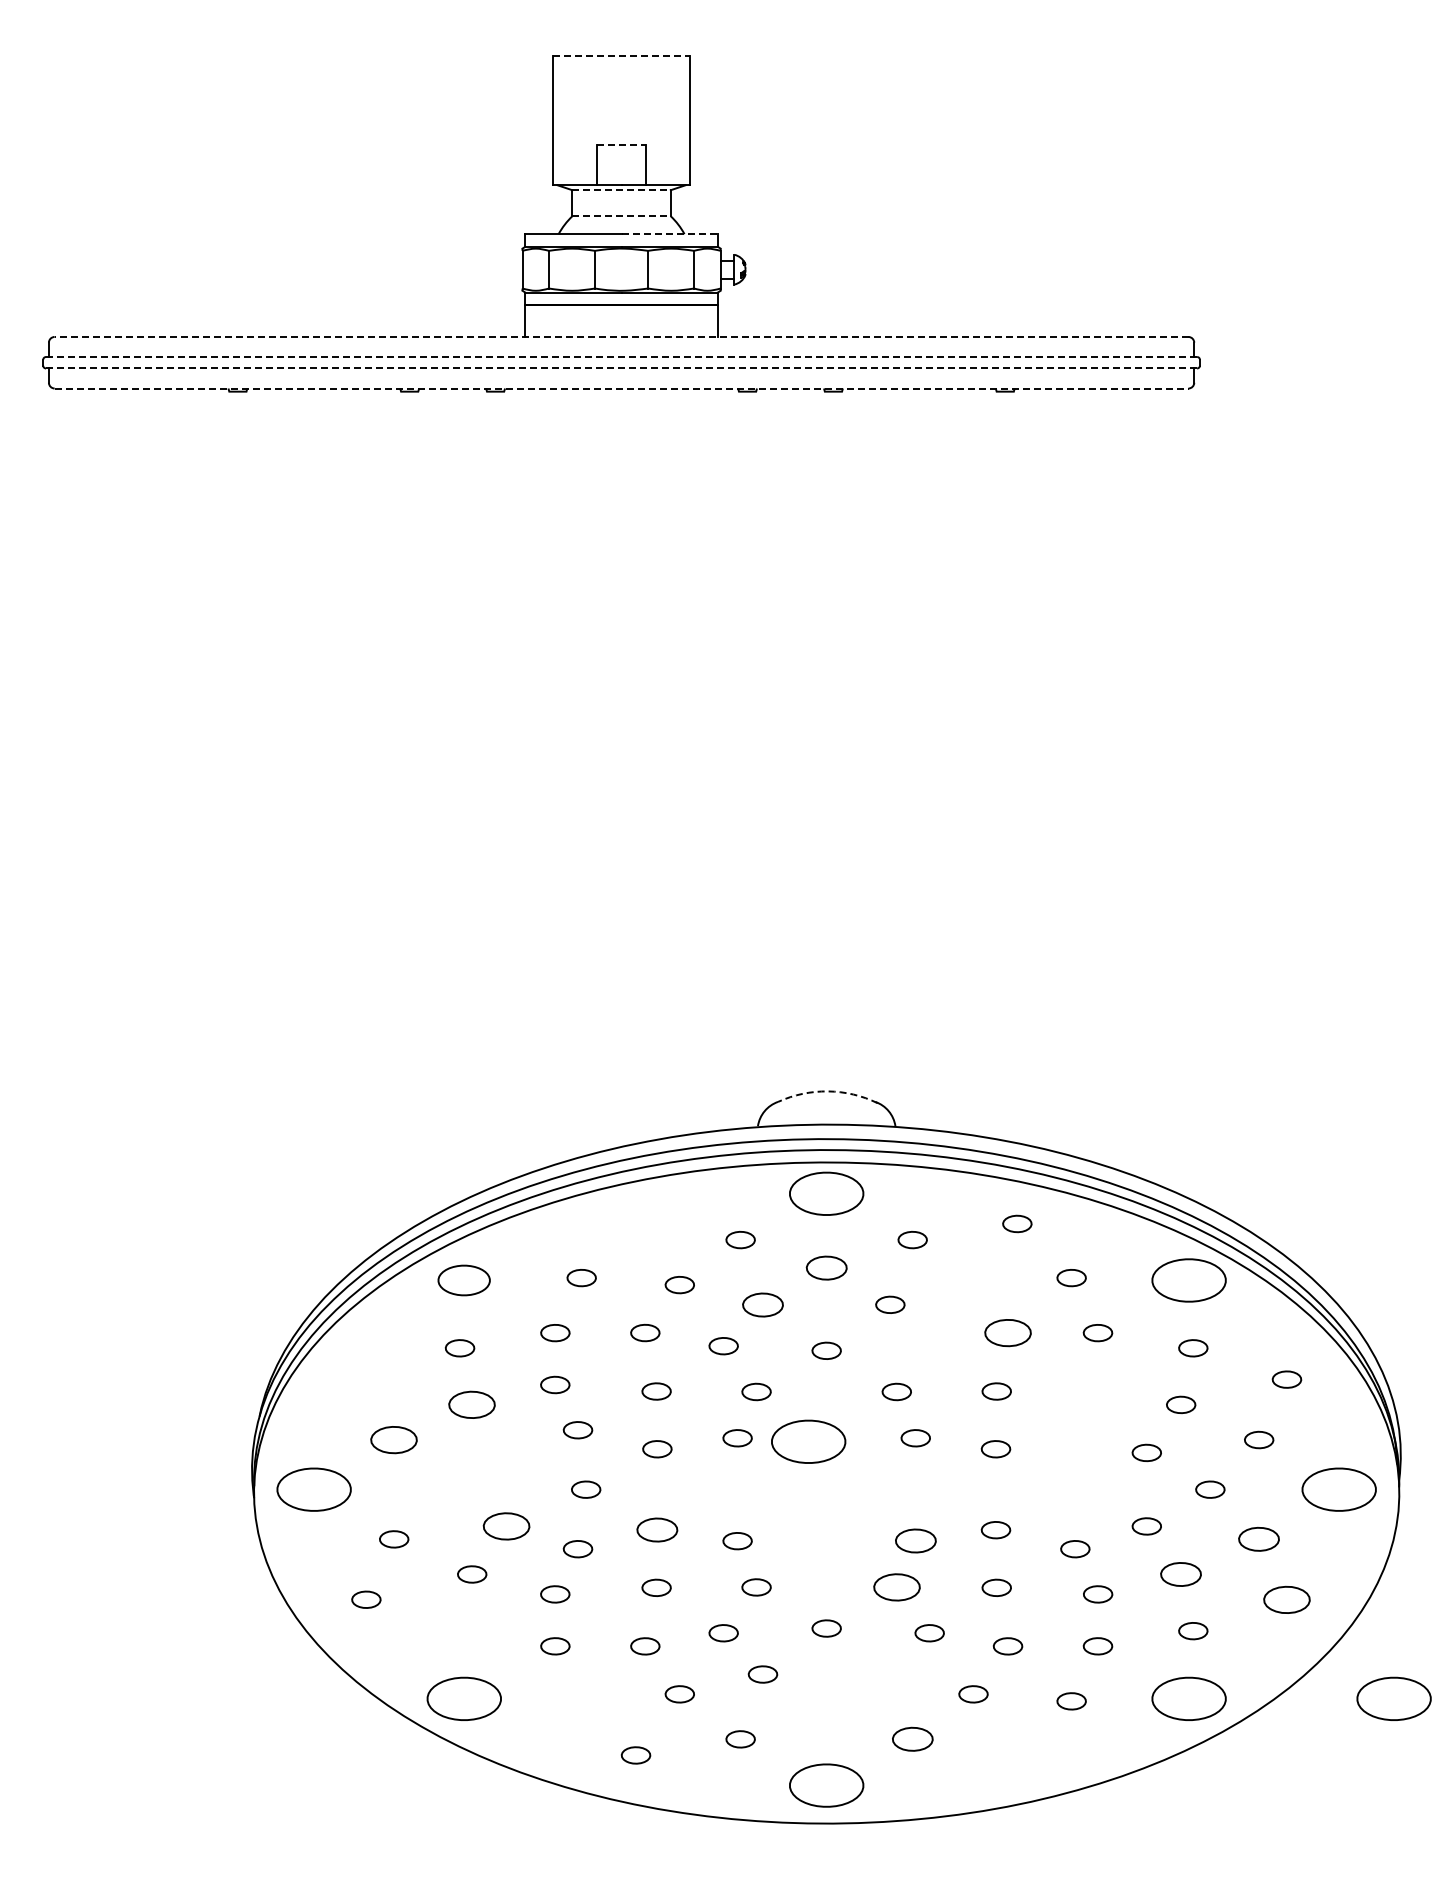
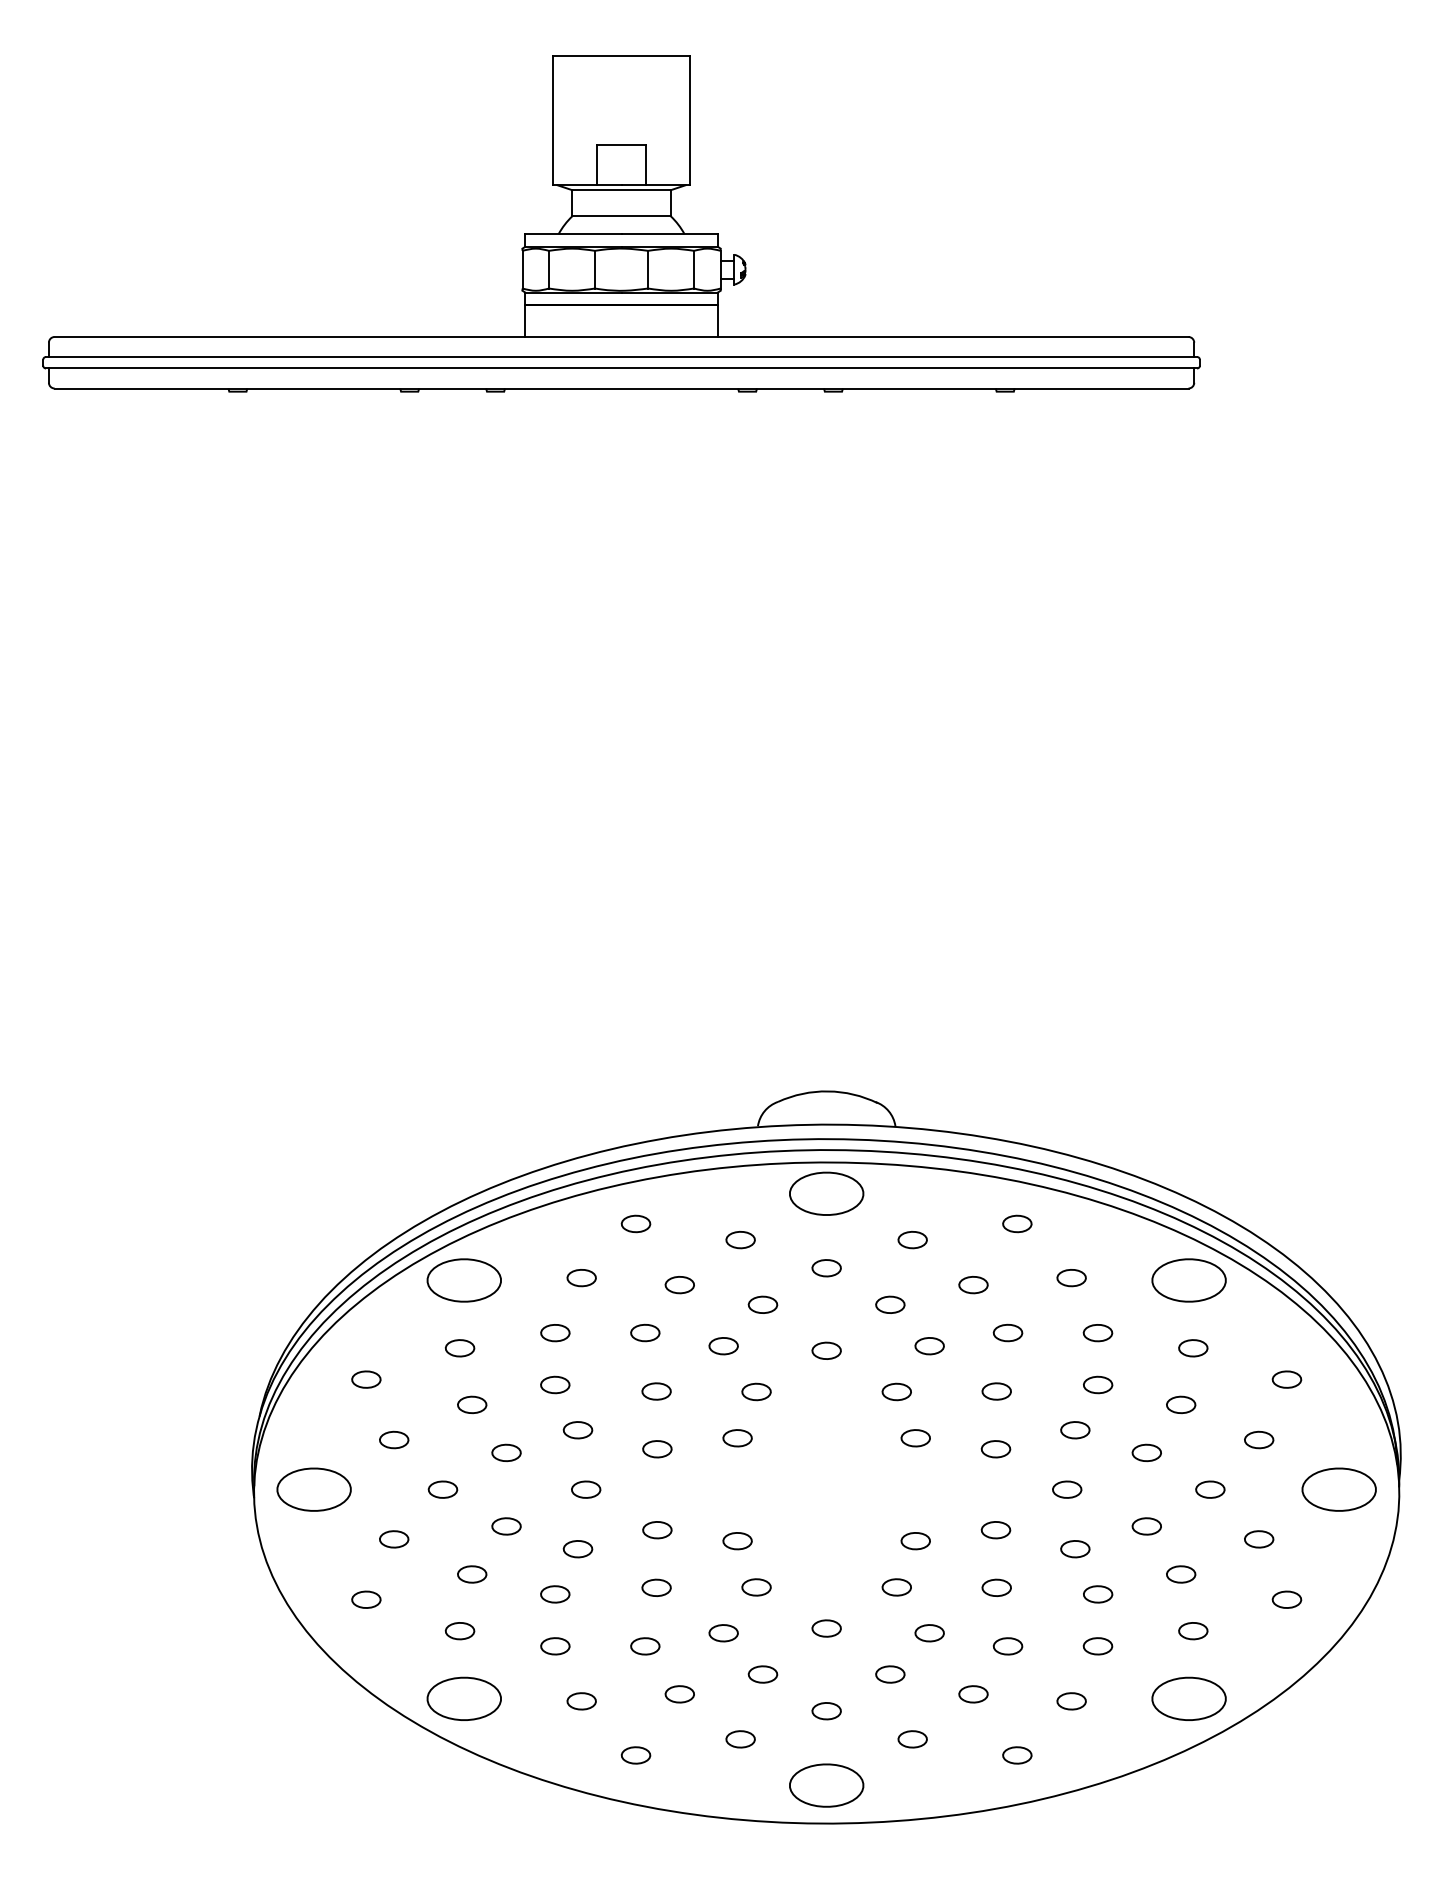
line at (621, 56): dashed -> solid
line at (621, 145): dashed -> solid
line at (622, 190): dashed -> solid
line at (622, 216): dashed -> solid
line at (670, 234): dashed -> solid
line at (621, 336): dashed -> solid
line at (621, 357): dashed -> solid
line at (621, 368): dashed -> solid
line at (621, 388): dashed -> solid
arc at (828, 1091): dashed -> solid
part at (635, 1223): none -> present
part at (826, 1267) size: 43x26 px -> 31x19 px
part at (463, 1280) size: 54x33 px -> 76x45 px
part at (973, 1285): none -> present
part at (762, 1304) size: 42x26 px -> 32x19 px
part at (1007, 1333) size: 48x29 px -> 32x20 px
part at (929, 1346): none -> present
part at (366, 1379): none -> present
part at (1098, 1384): none -> present
part at (471, 1404) size: 48x29 px -> 31x20 px
part at (1075, 1430): none -> present
part at (393, 1440) size: 48x29 px -> 31x20 px
part at (808, 1441): present -> none
part at (506, 1452): none -> present
part at (442, 1489): none -> present
part at (1067, 1489): none -> present
part at (506, 1526) size: 49x29 px -> 31x19 px
part at (657, 1529) size: 43x26 px -> 31x19 px
part at (1258, 1538) size: 42x26 px -> 31x19 px
part at (915, 1540) size: 42x26 px -> 31x19 px
part at (1180, 1574) size: 42x25 px -> 31x19 px
part at (896, 1587) size: 48x29 px -> 31x19 px
part at (1286, 1599) size: 48x29 px -> 32x19 px
part at (459, 1631): none -> present
part at (890, 1674): none -> present
part at (1393, 1698): present -> none
part at (581, 1701): none -> present
part at (826, 1711): none -> present
part at (912, 1738) size: 42x26 px -> 31x19 px
part at (1017, 1755): none -> present
